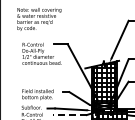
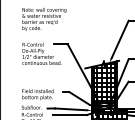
text at (39, 19) position: (39, 19) -> (44, 19)
line at (69, 115): dashed -> solid
